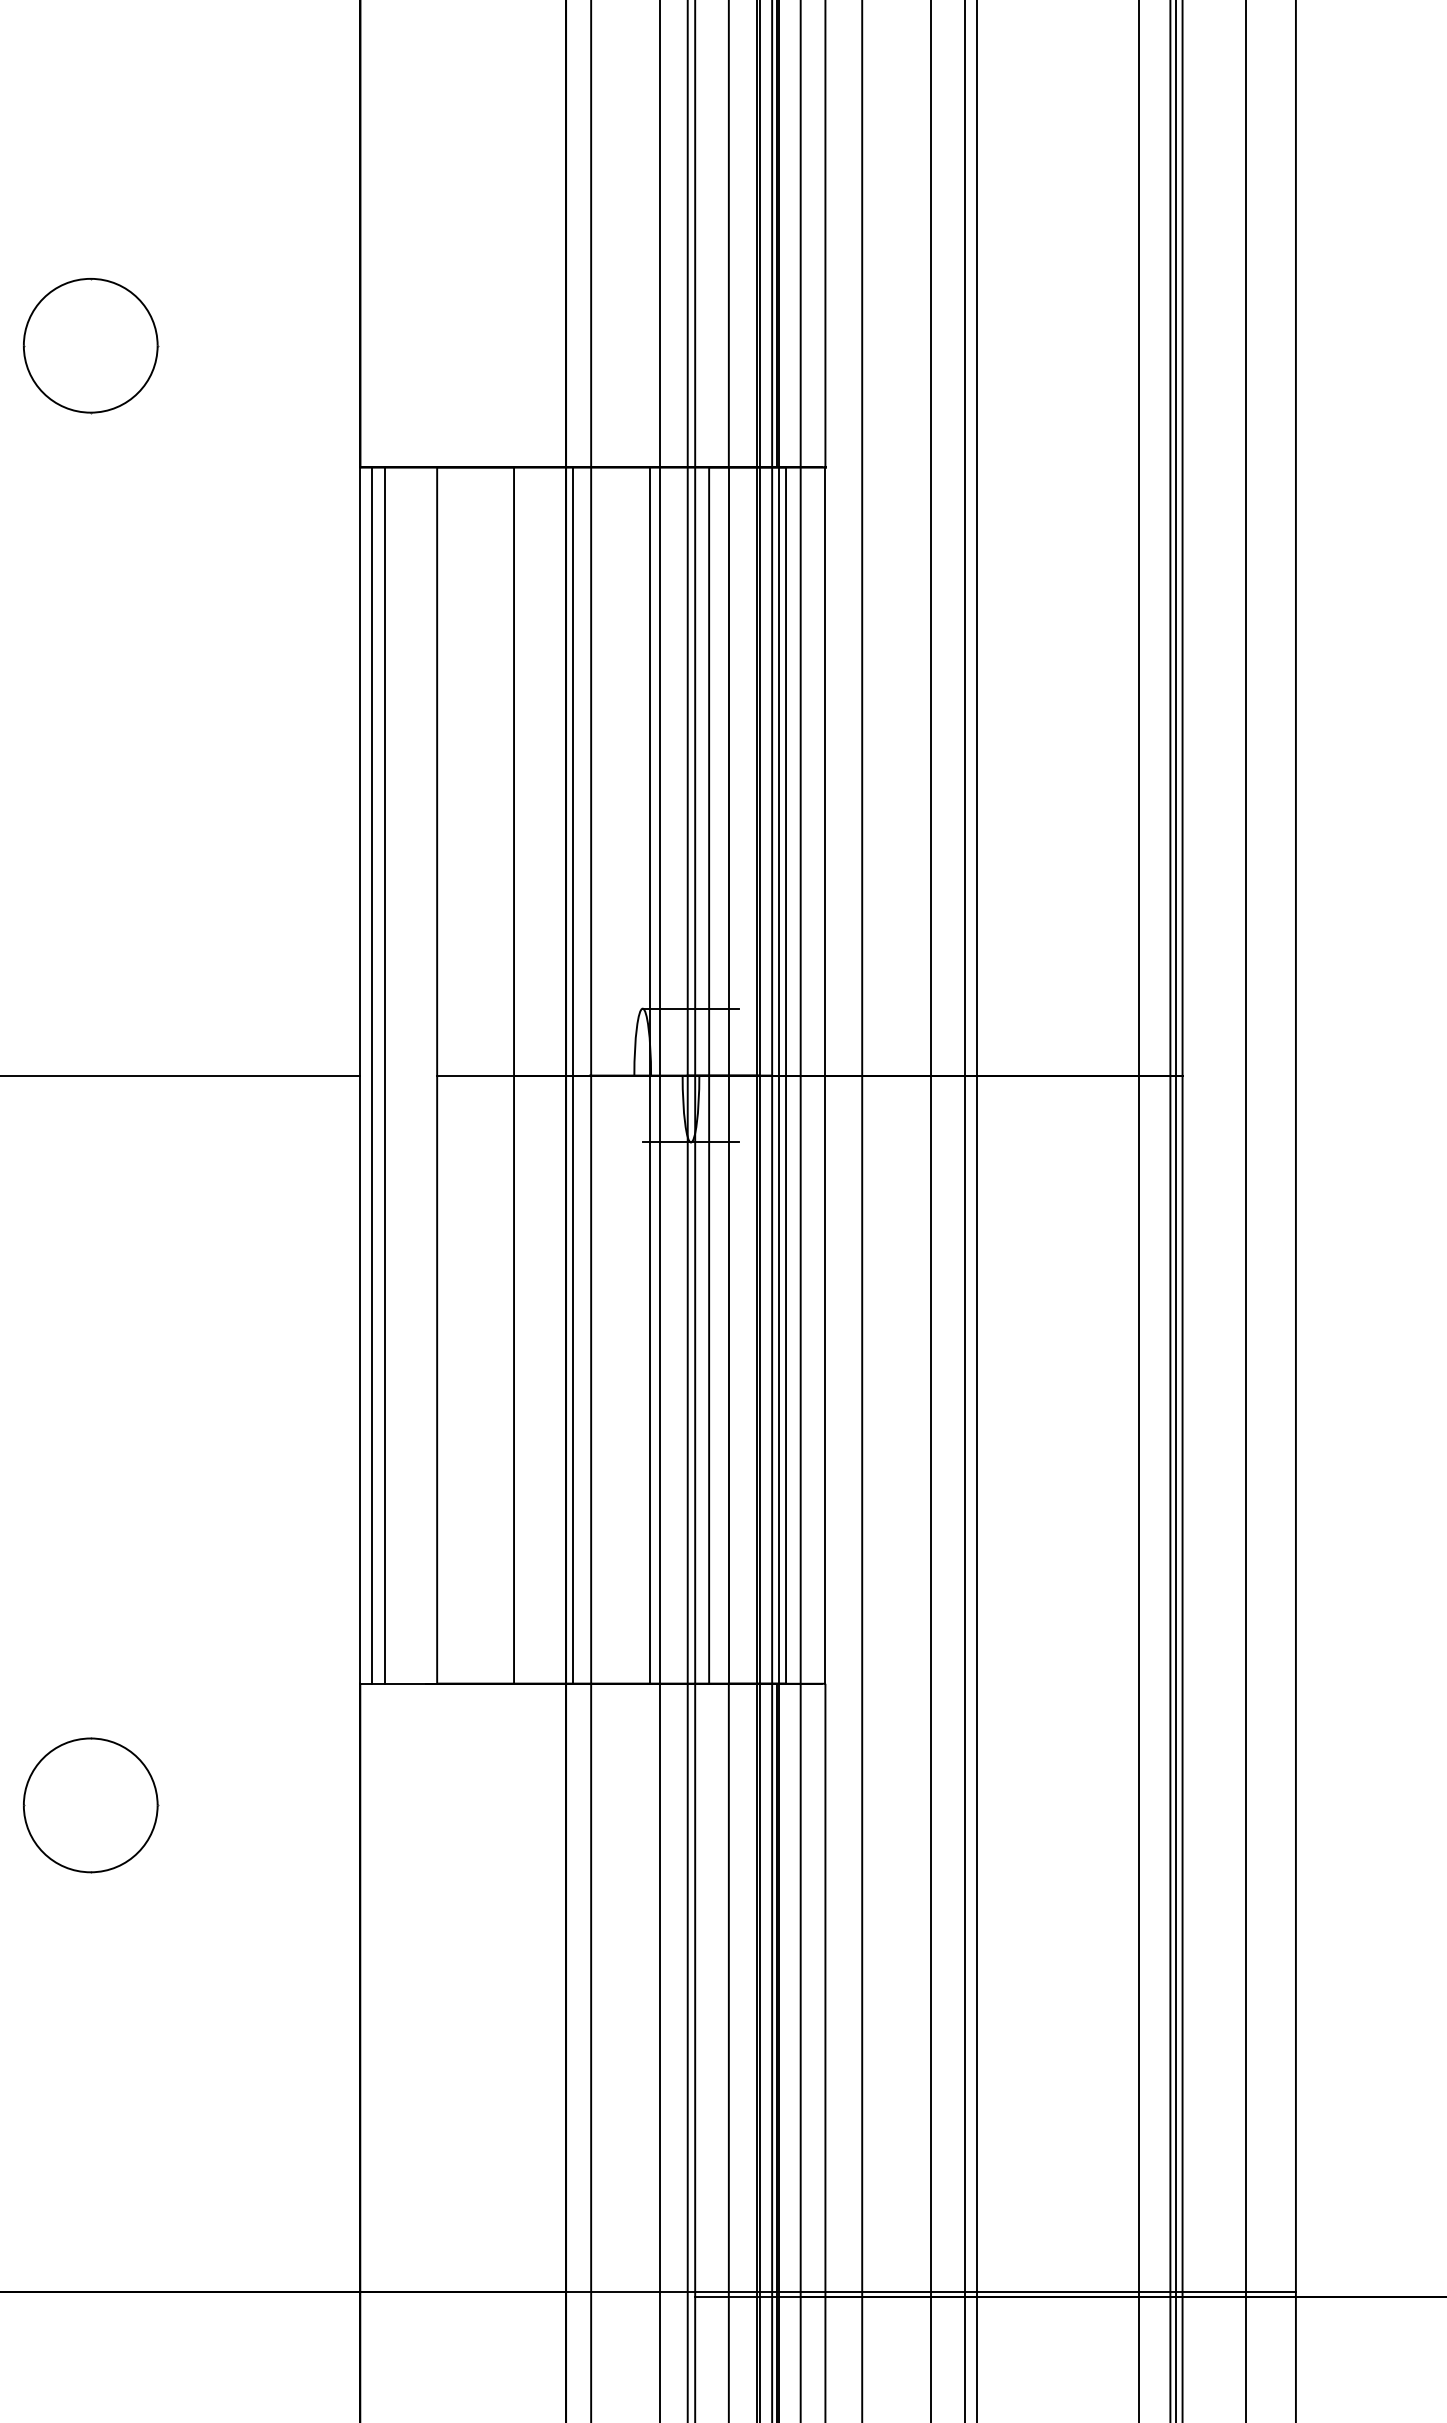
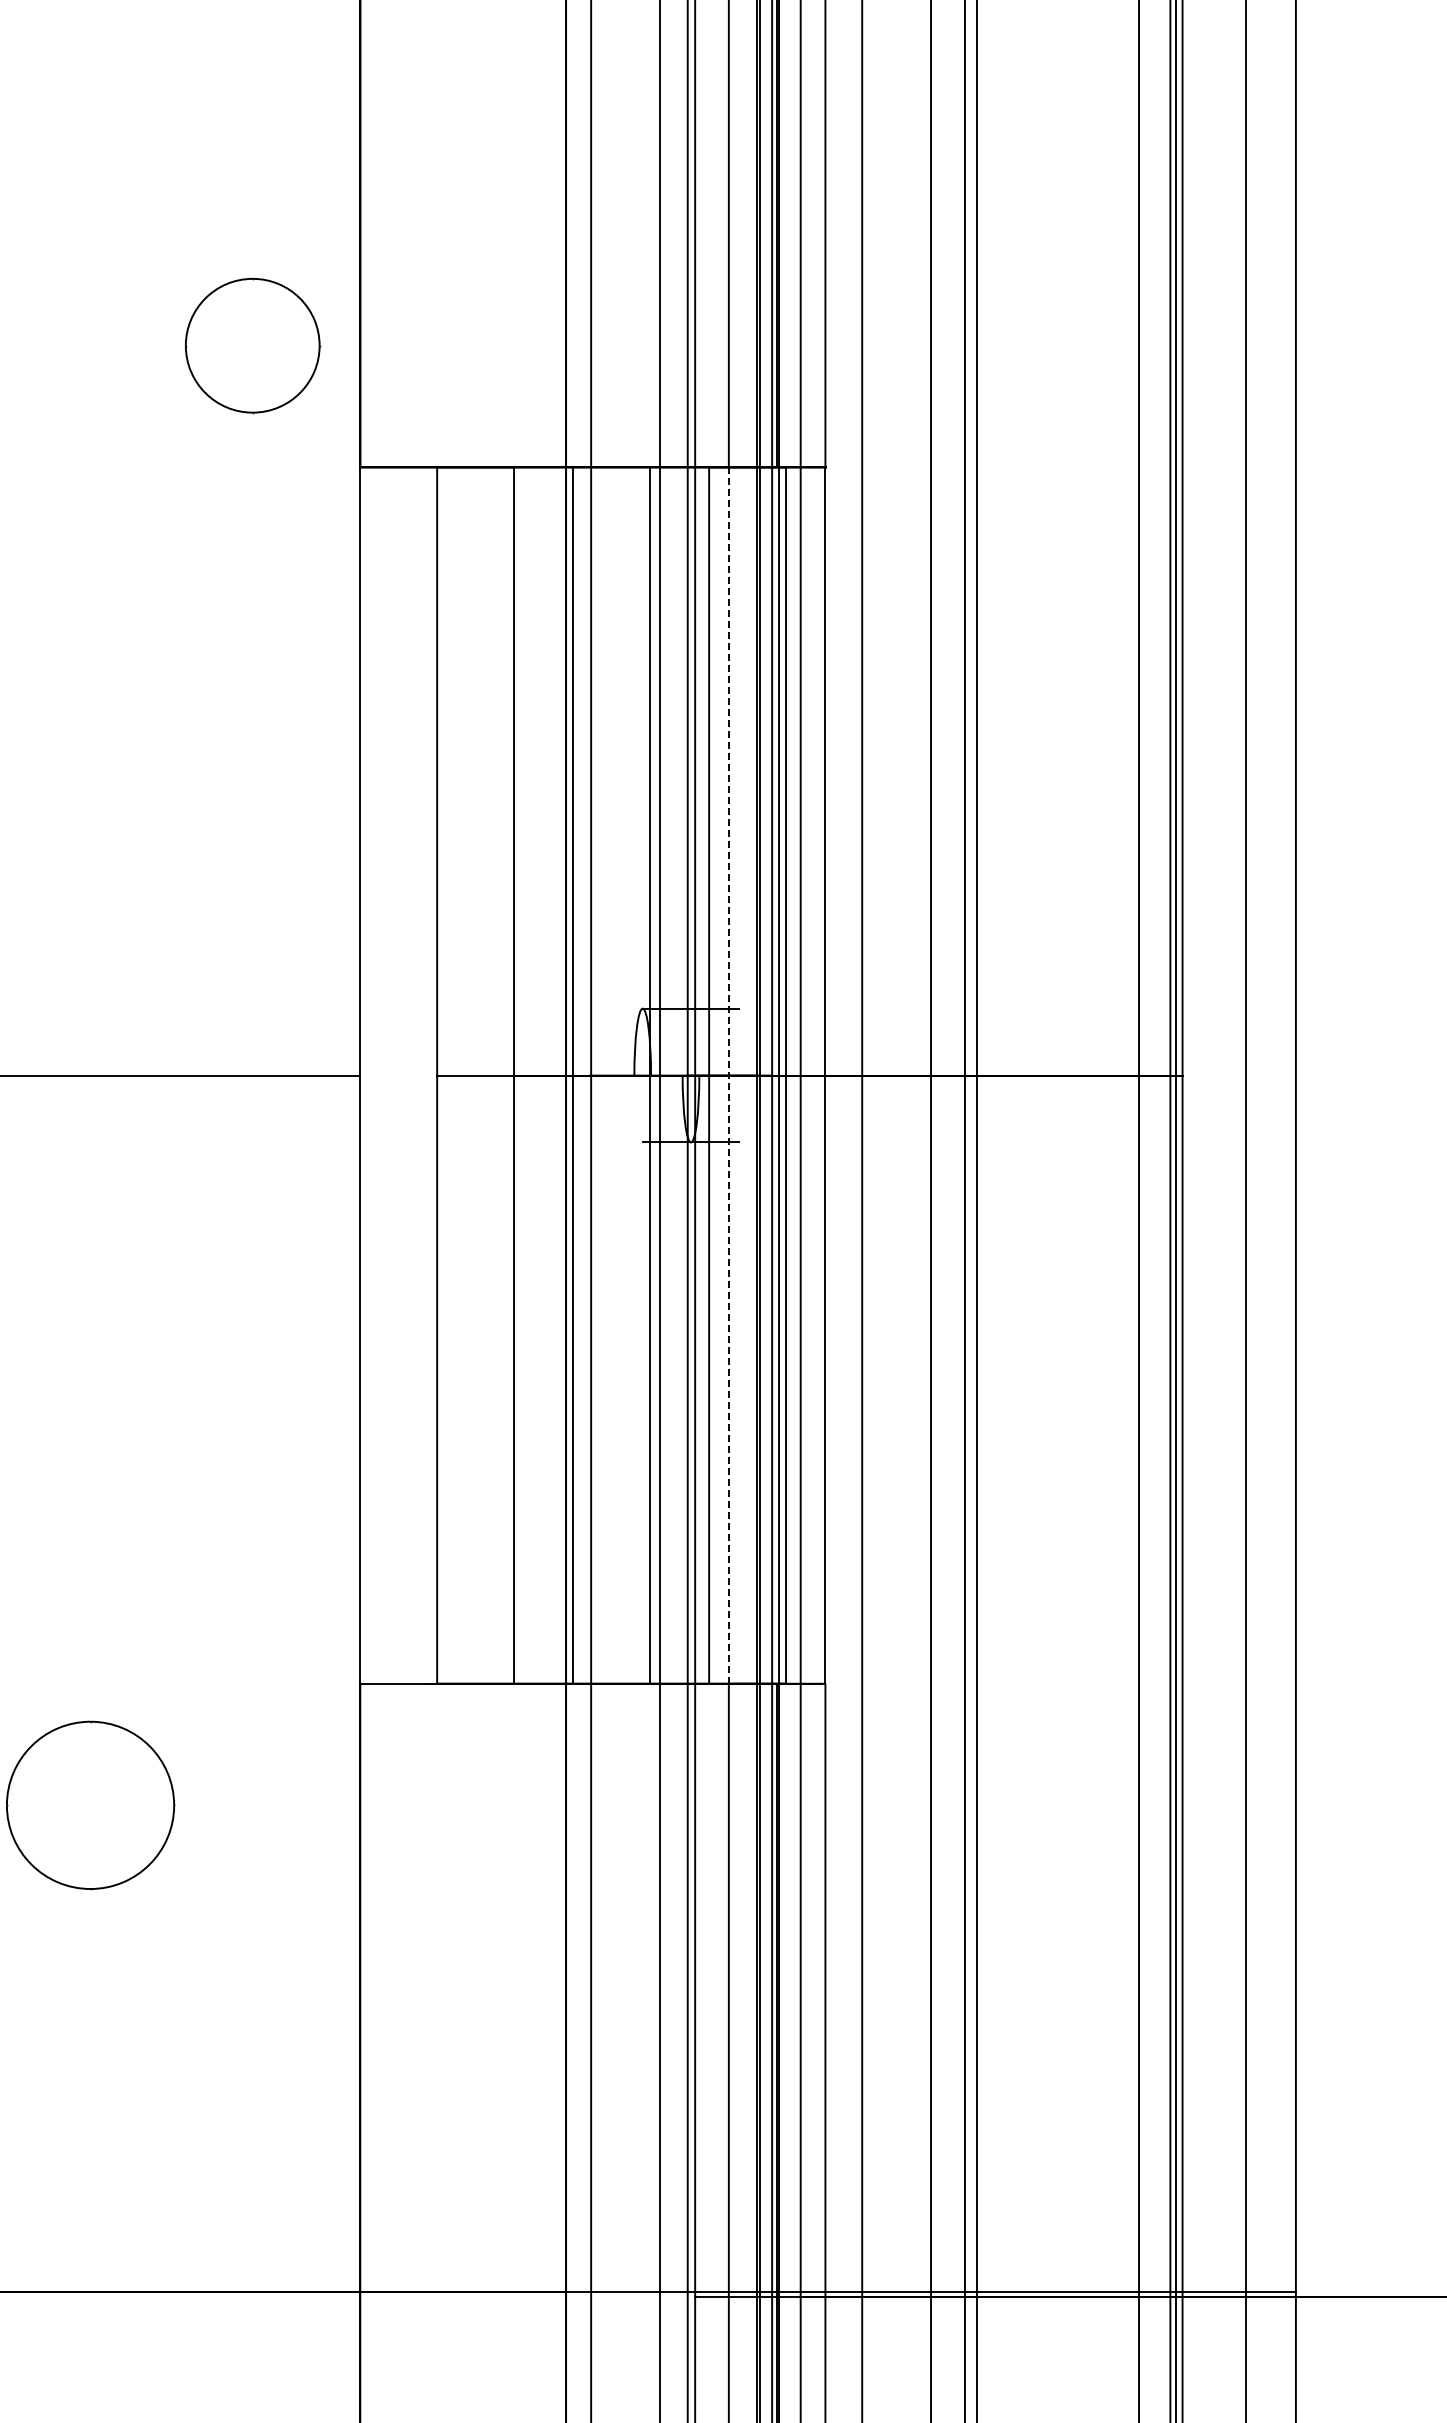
part at (91, 346) position: (91, 346) -> (253, 346)
line at (372, 1075): present -> none
line at (384, 1075): present -> none
line at (728, 1075): solid -> dashed
part at (91, 1805) size: 137x137 px -> 170x171 px
